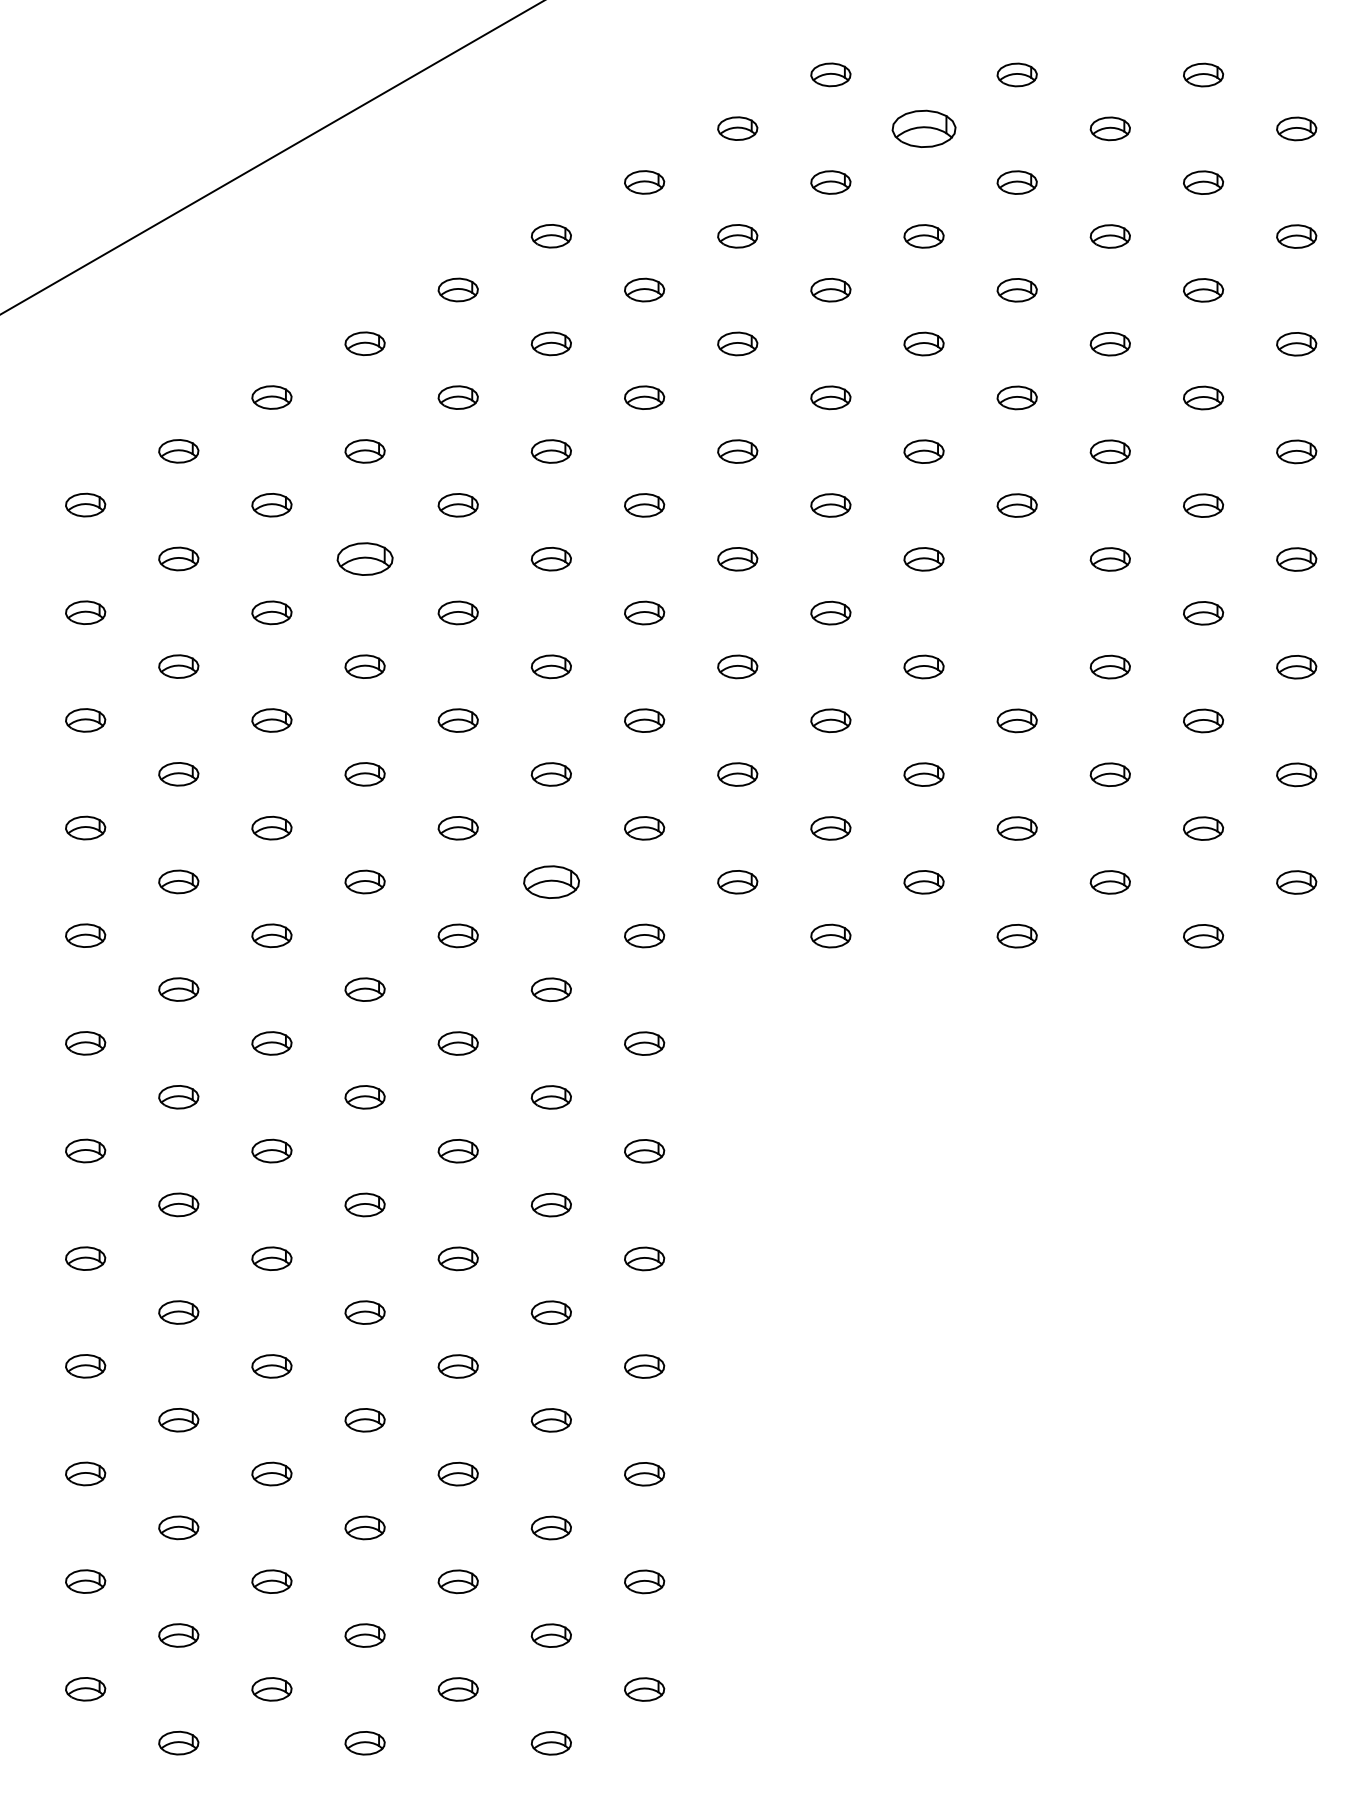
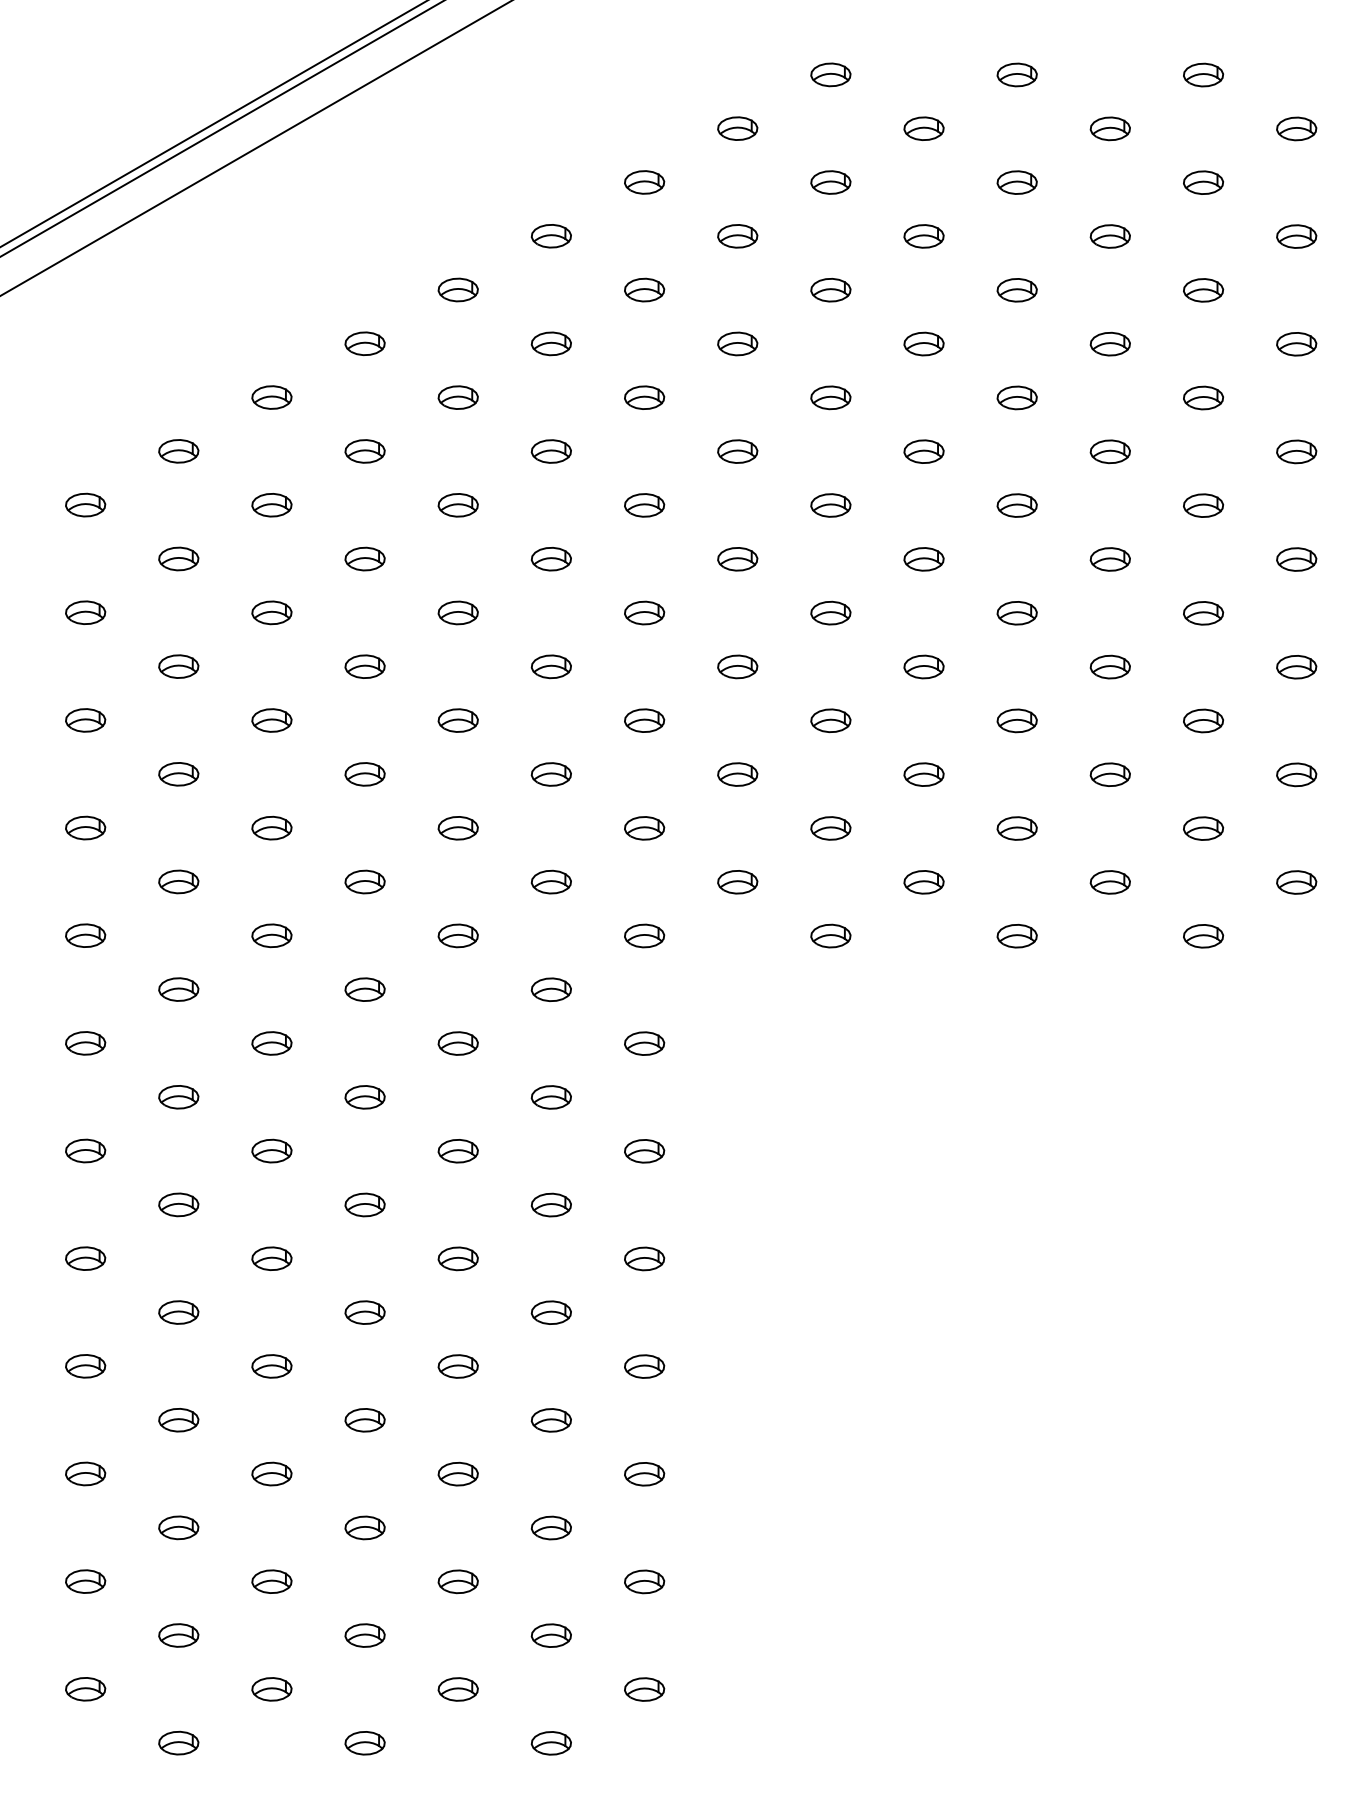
line at (213, 124): none -> present
line at (221, 128): none -> present
part at (923, 128) size: 66x39 px -> 42x25 px
line at (271, 157) position: (271, 157) -> (255, 148)
part at (364, 558) size: 58x34 px -> 42x26 px
part at (1016, 613): none -> present
part at (551, 881) size: 57x34 px -> 42x26 px
